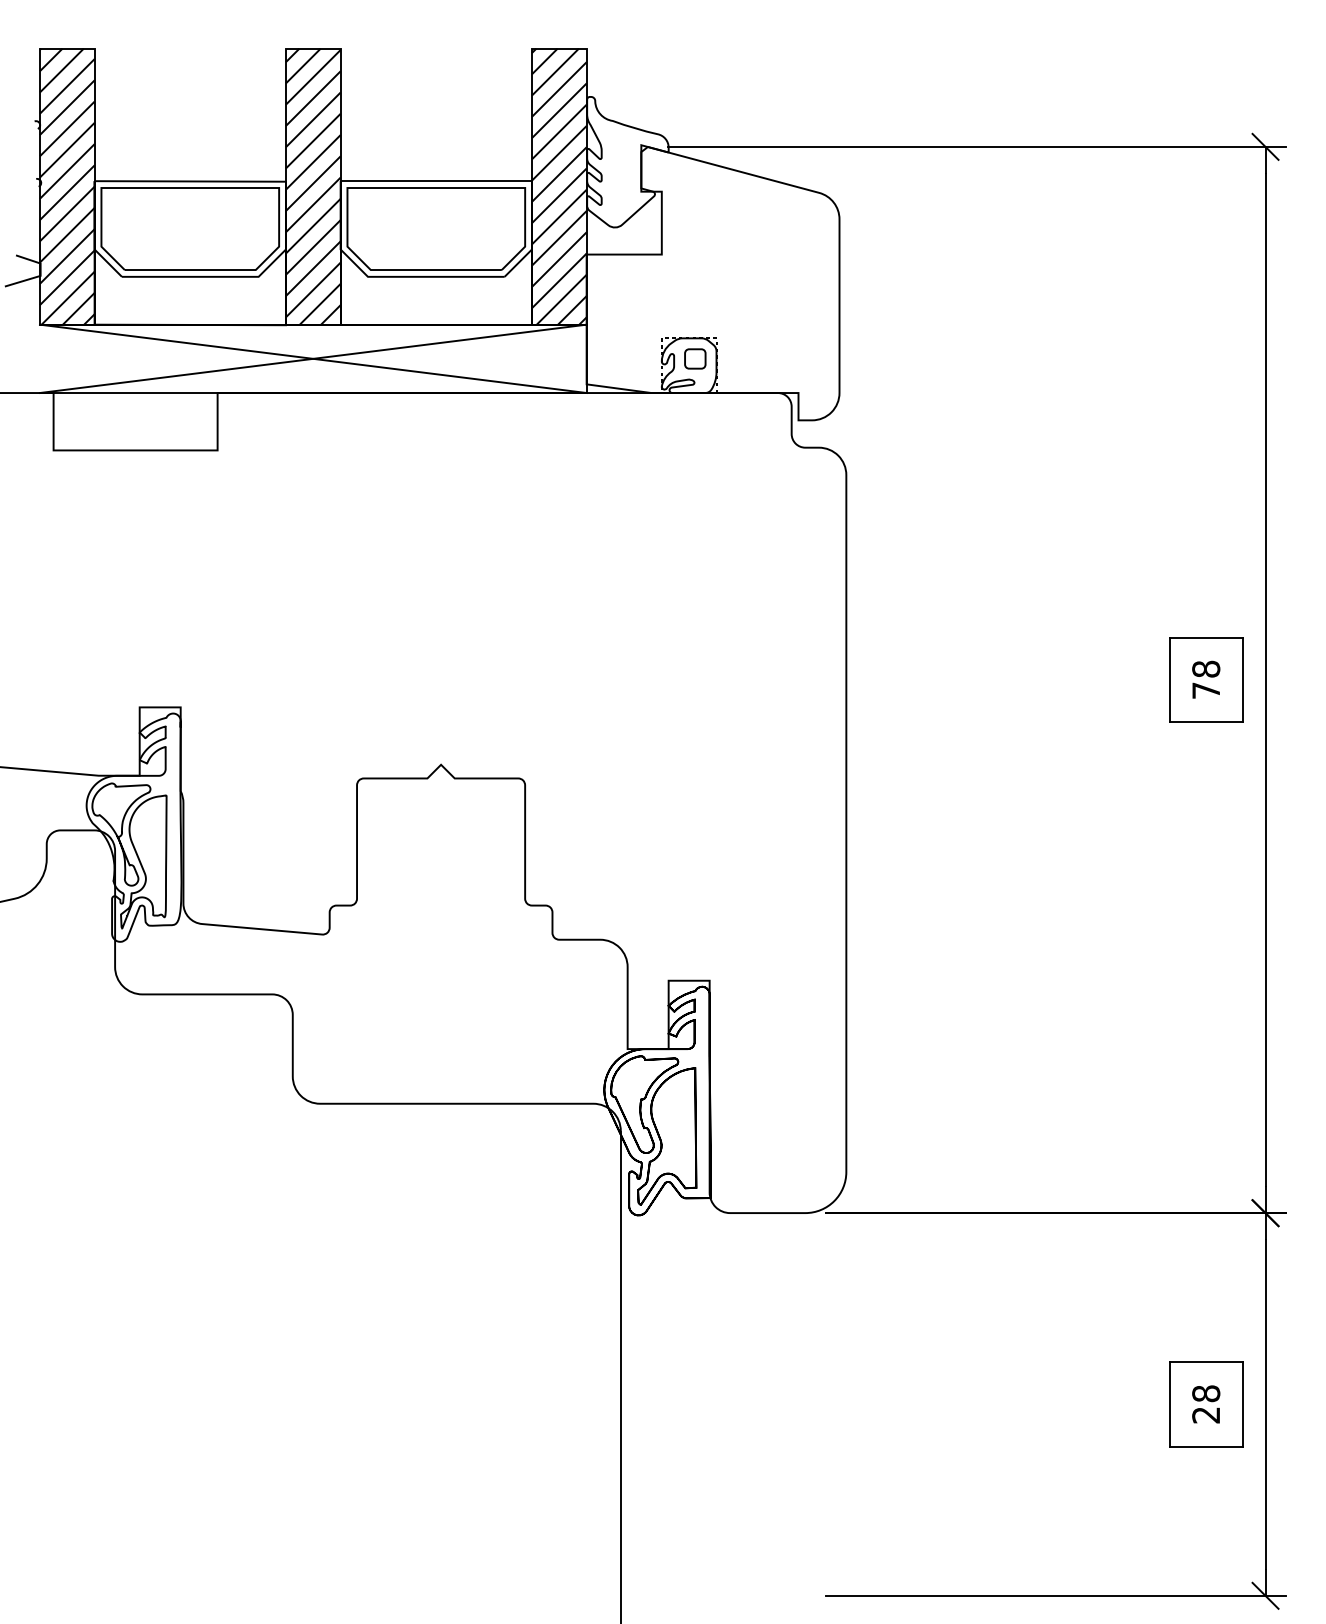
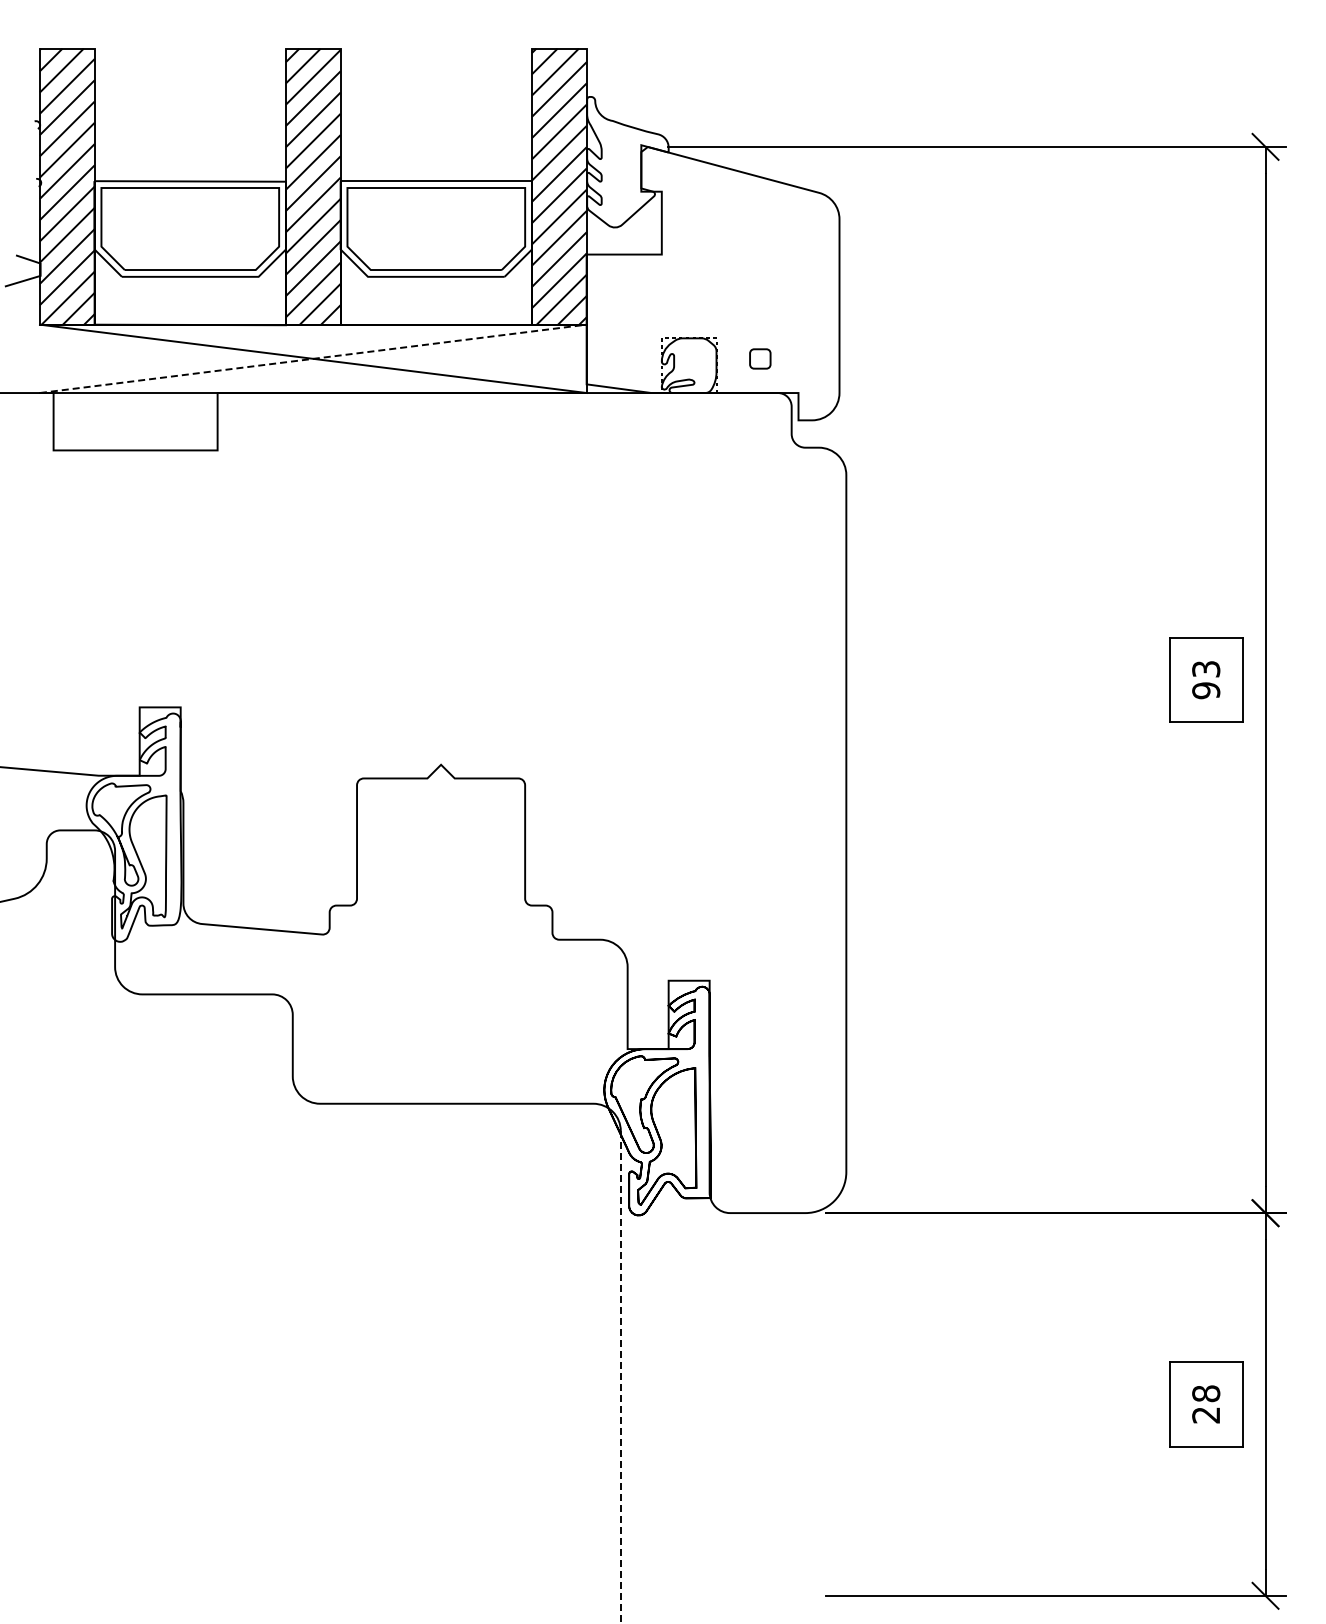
line at (313, 358): solid -> dashed
part at (695, 358) position: (695, 358) -> (760, 358)
text at (1206, 679): 78 -> 93
line at (620, 1377): solid -> dashed
